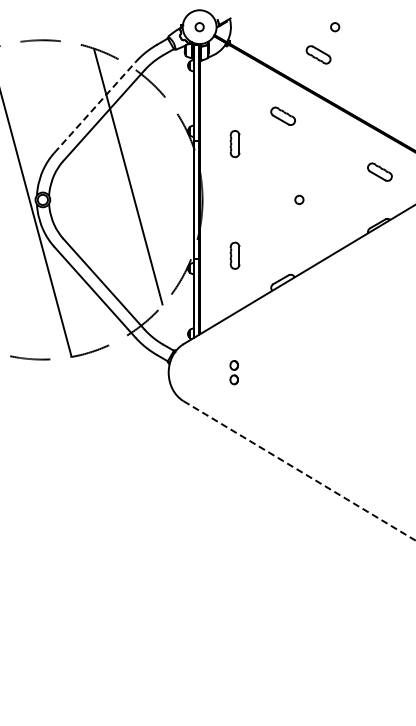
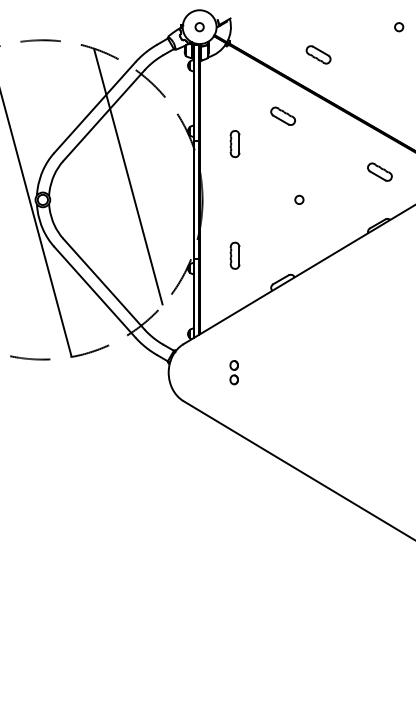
circle at (335, 27) position: (335, 27) -> (399, 27)
line at (94, 107): dashed -> solid
line at (299, 471): dashed -> solid
